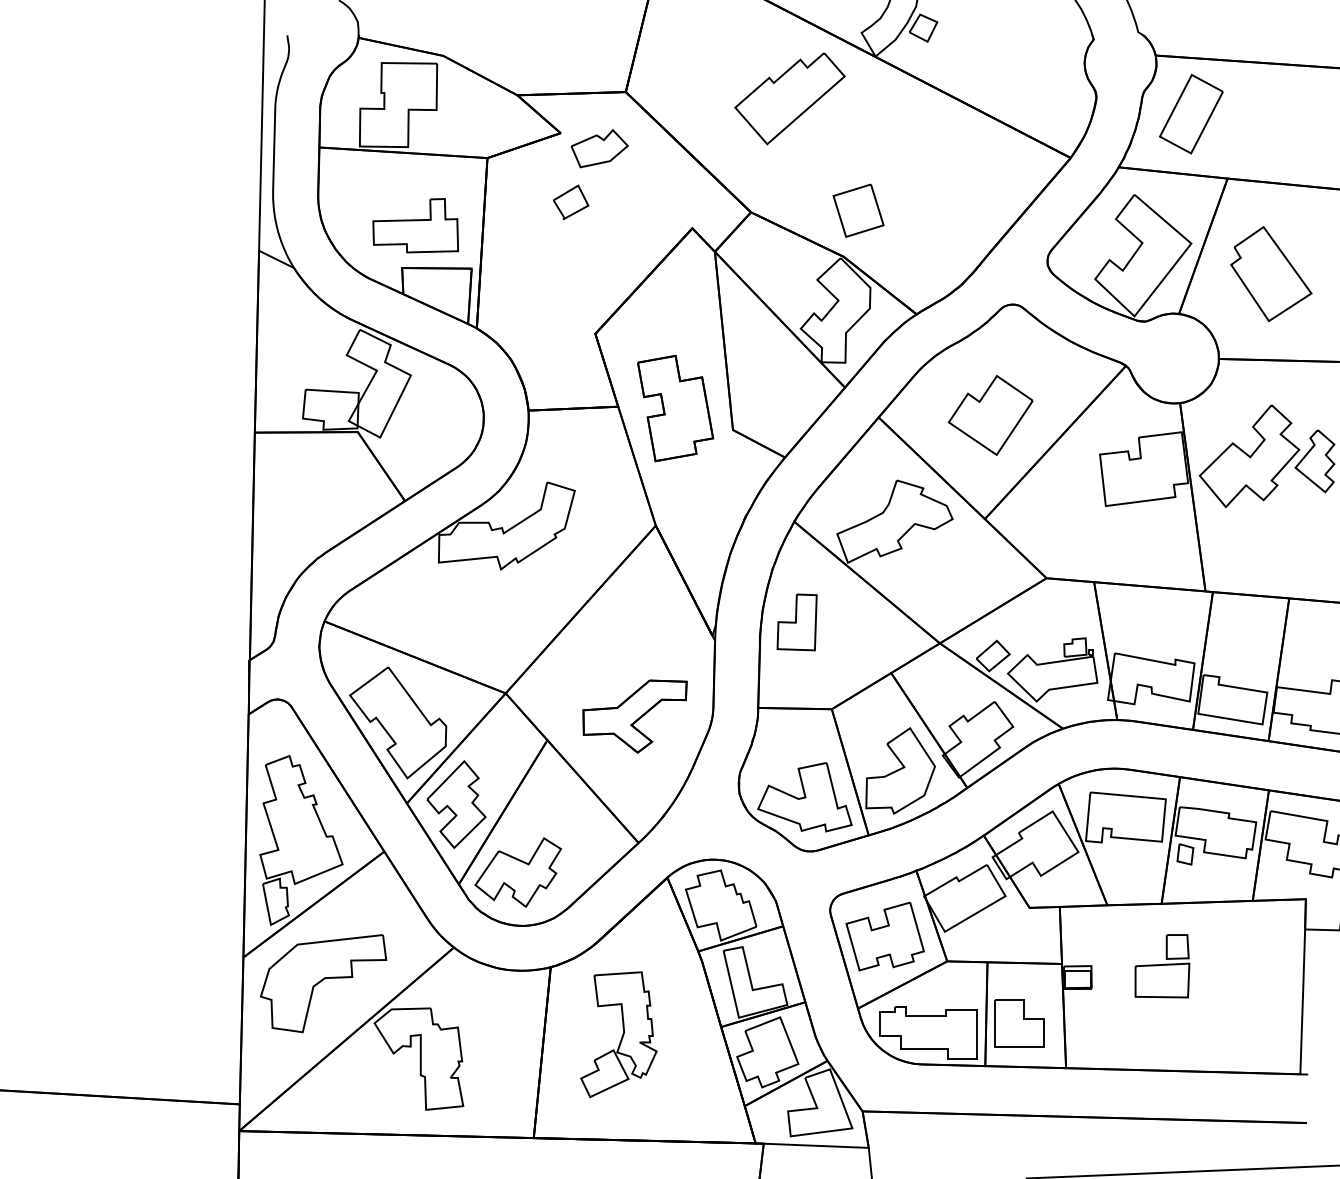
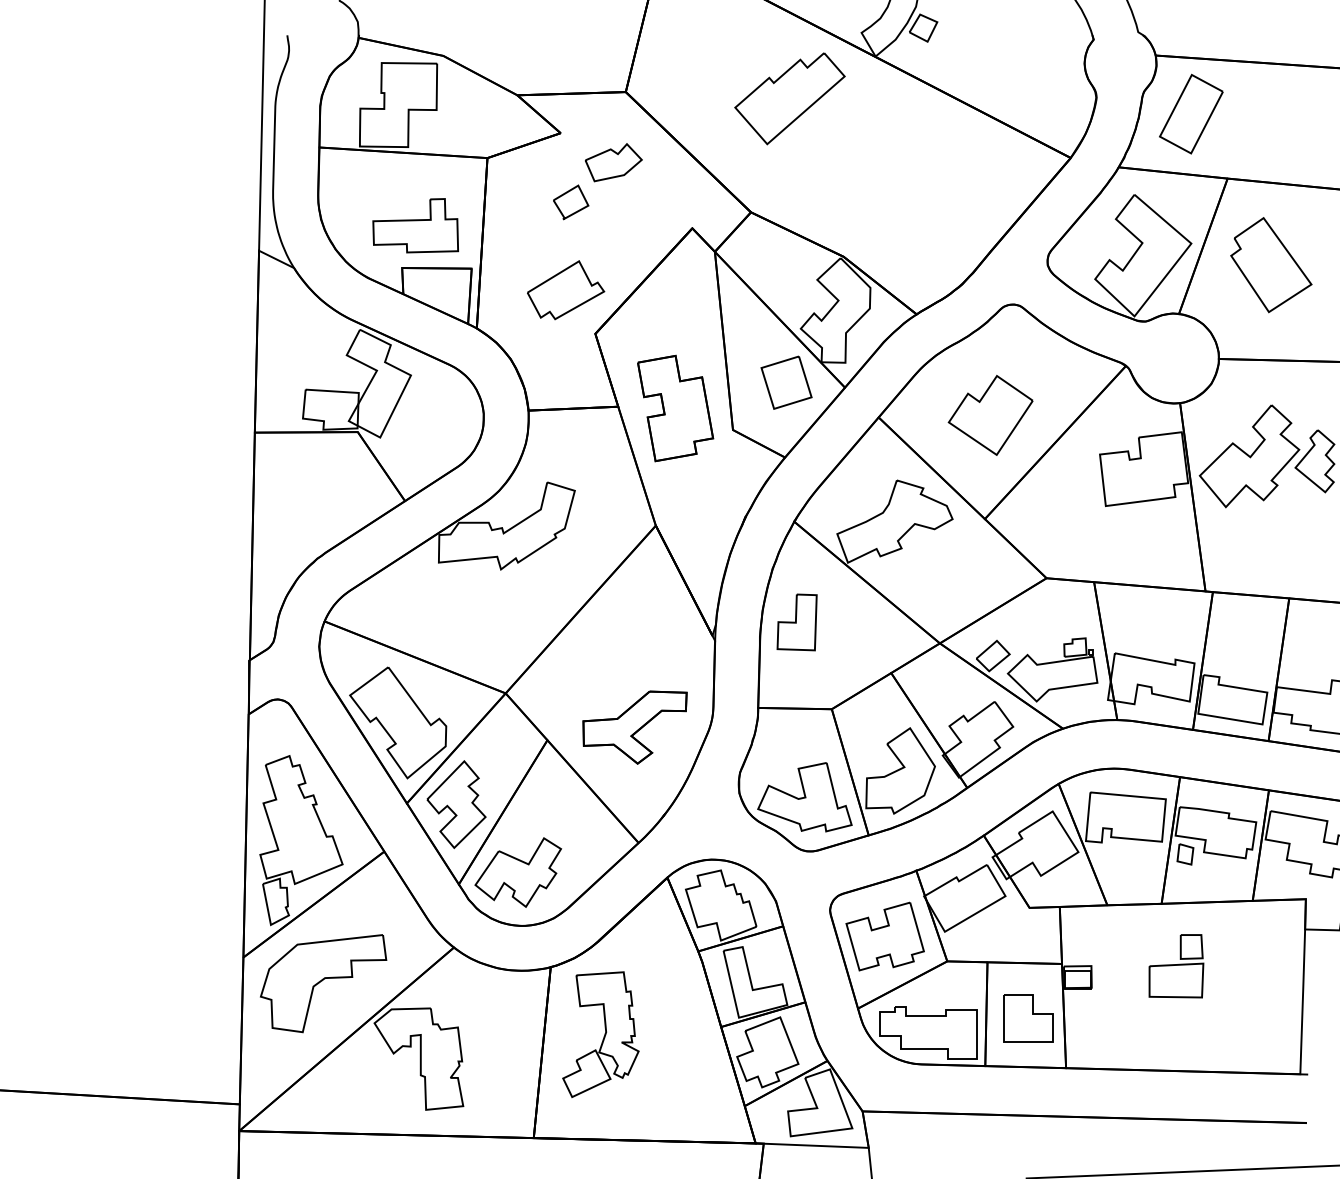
part at (599, 148) position: (599, 148) -> (613, 162)
part at (858, 210) position: (858, 210) -> (786, 382)
part at (1271, 274) position: (1271, 274) -> (1271, 265)
part at (566, 290): none -> present
part at (634, 716) position: (634, 716) -> (634, 727)
part at (1162, 966) position: (1162, 966) -> (1176, 966)
part at (1019, 1023) position: (1019, 1023) -> (1028, 1018)
part at (618, 1034) position: (618, 1034) -> (600, 1034)
